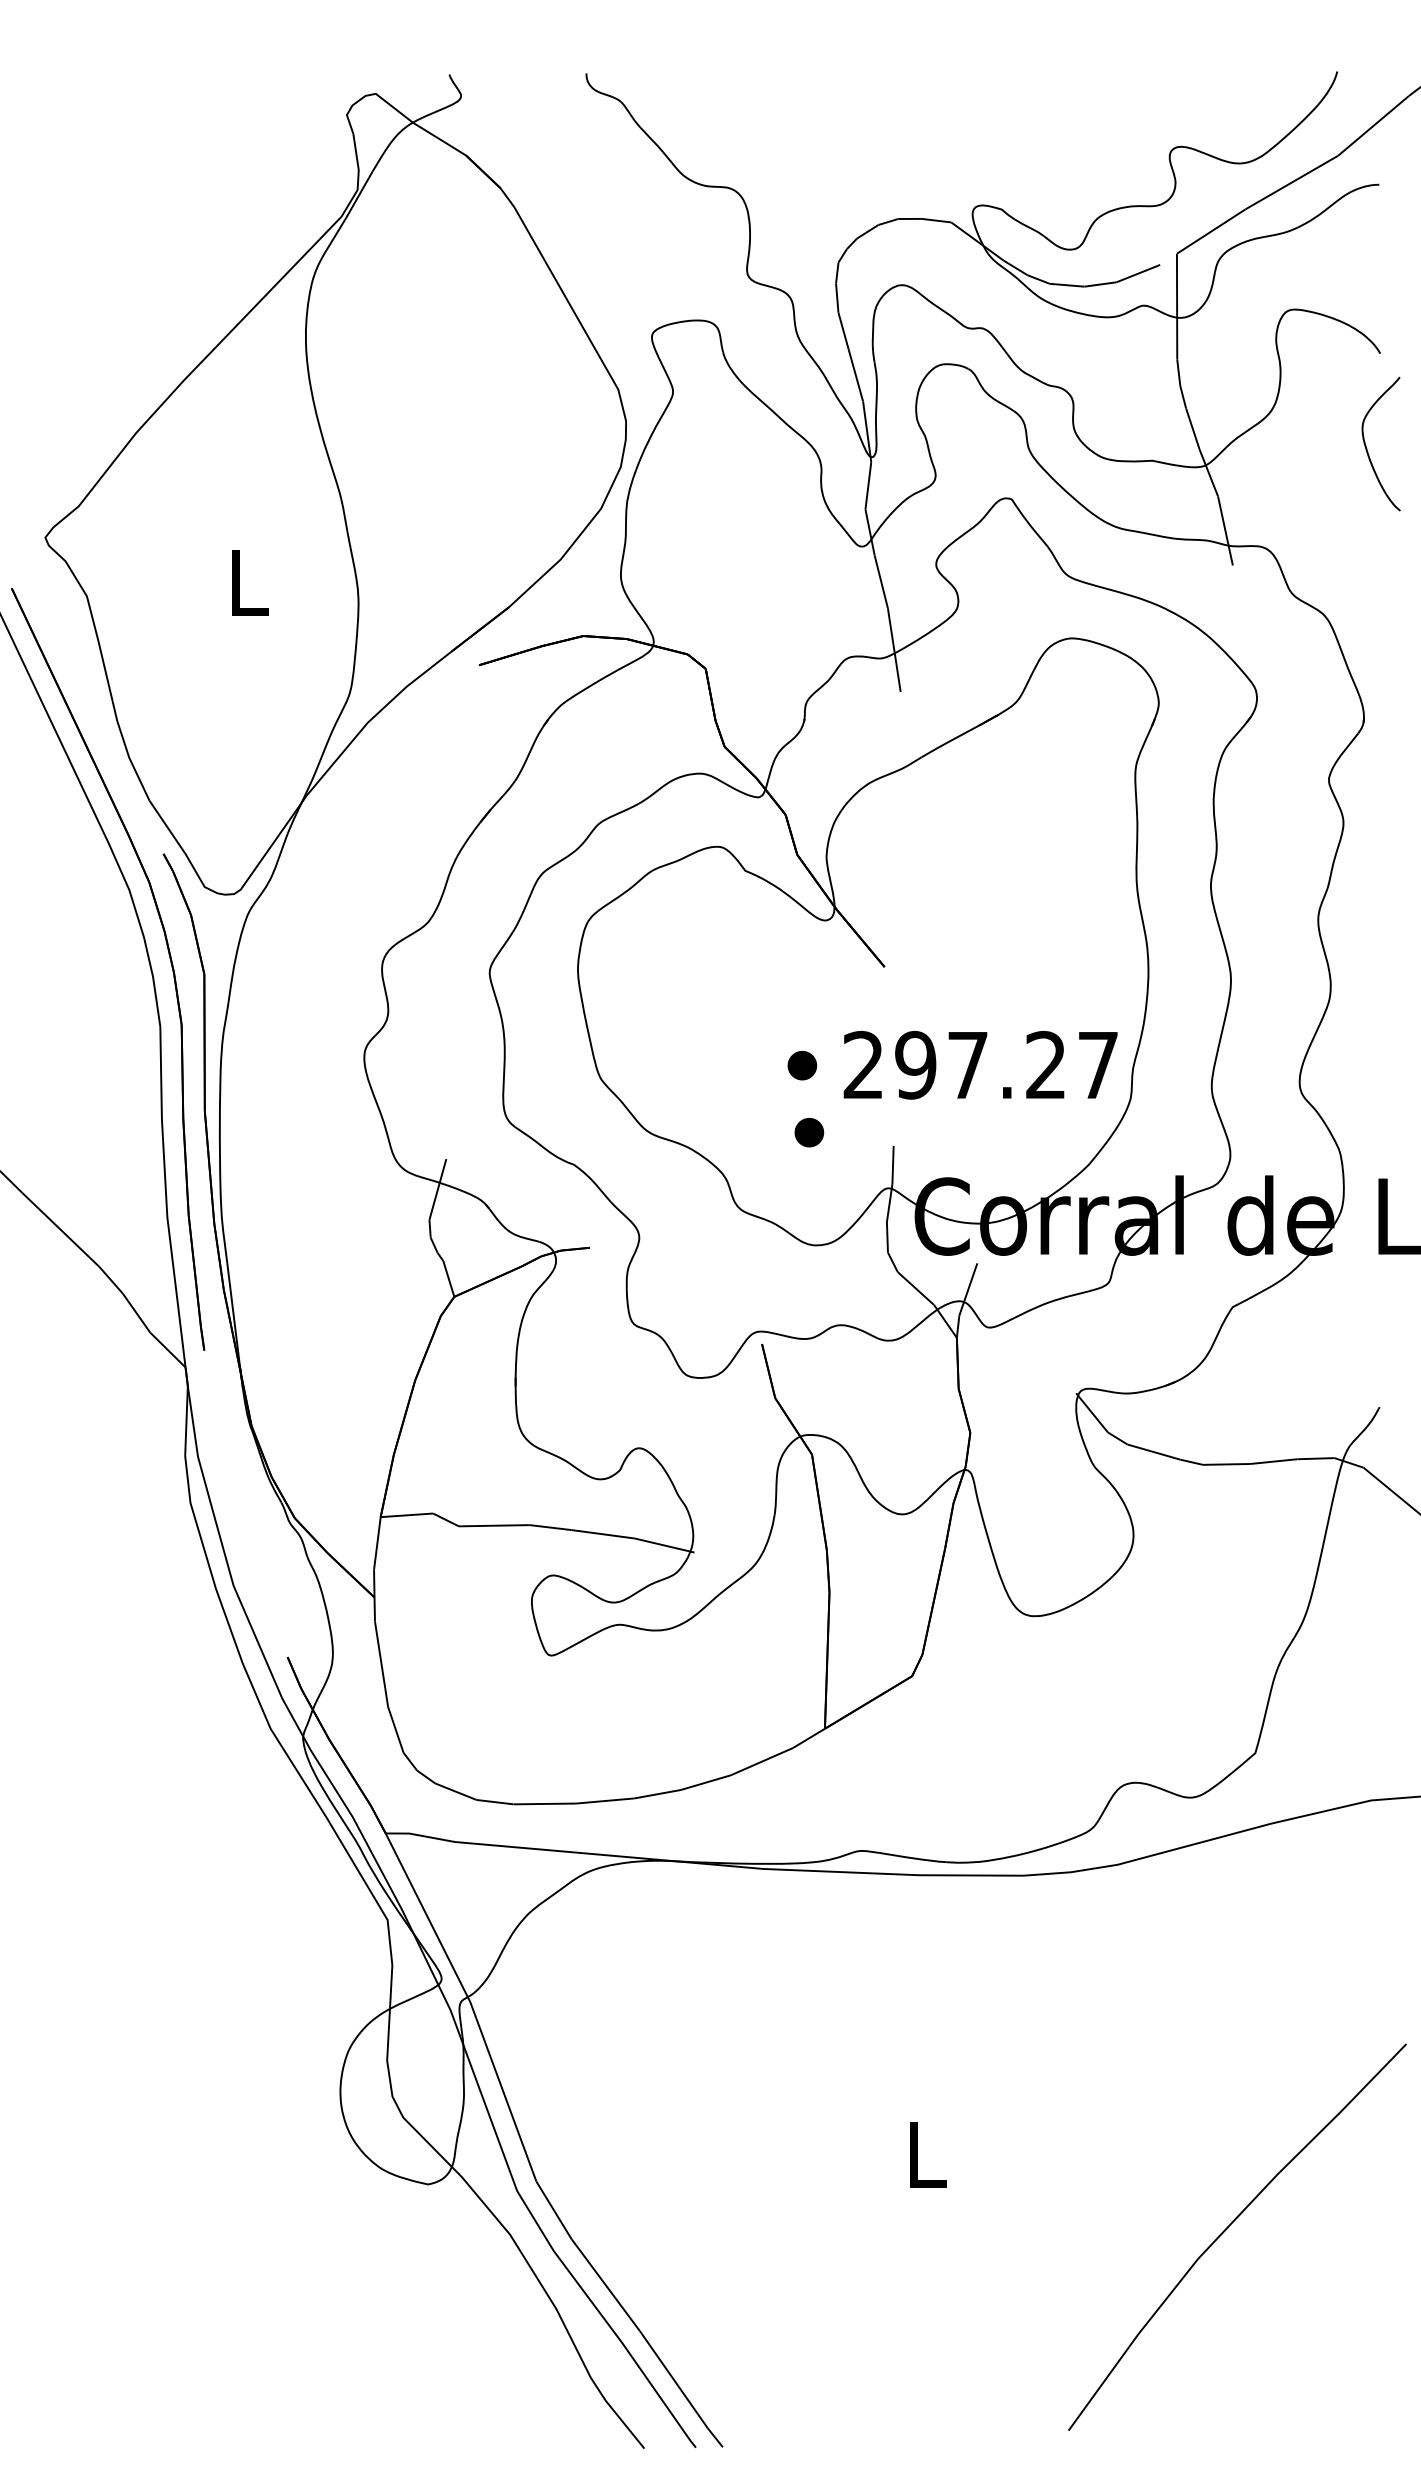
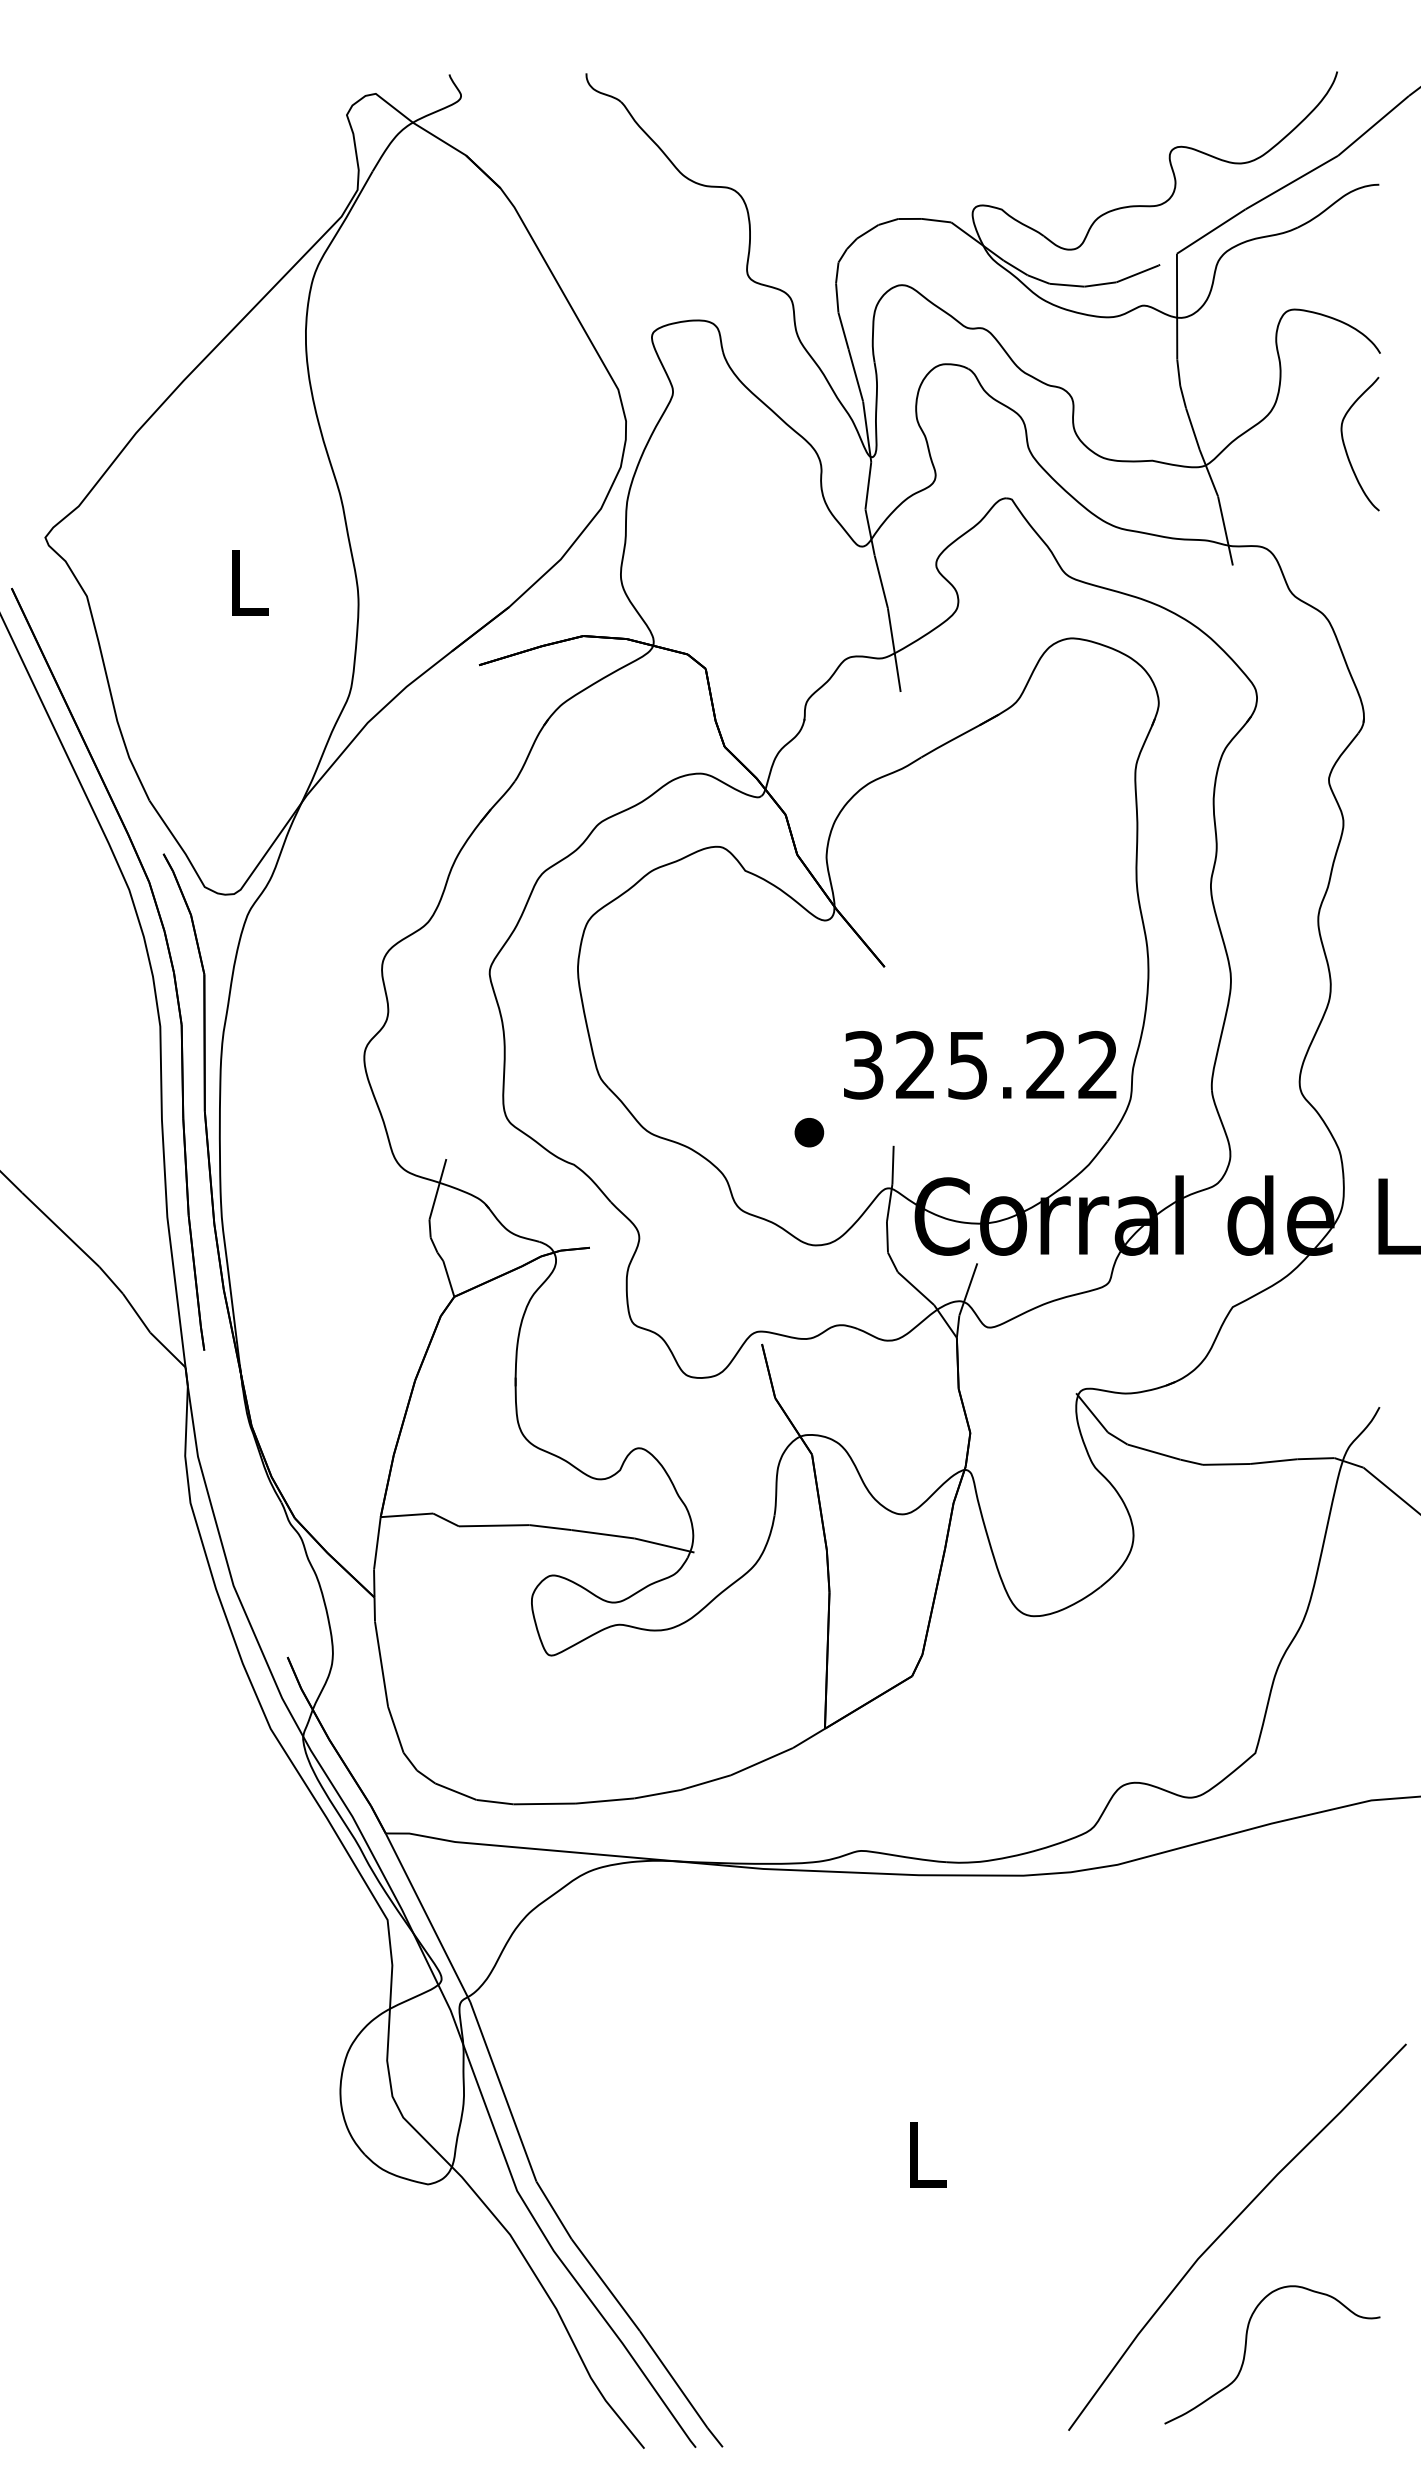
curve at (1367, 448) position: (1367, 448) -> (1346, 448)
text at (980, 1064): 297.27 -> 325.22
part at (802, 1065): present -> none
curve at (1246, 2350): none -> present
